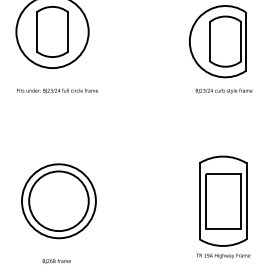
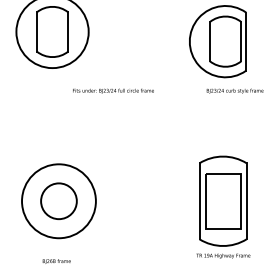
text at (57, 90) position: (57, 90) -> (113, 90)
text at (223, 90) position: (223, 90) -> (234, 90)
circle at (58, 201) diameter: 60 px -> 36 px
